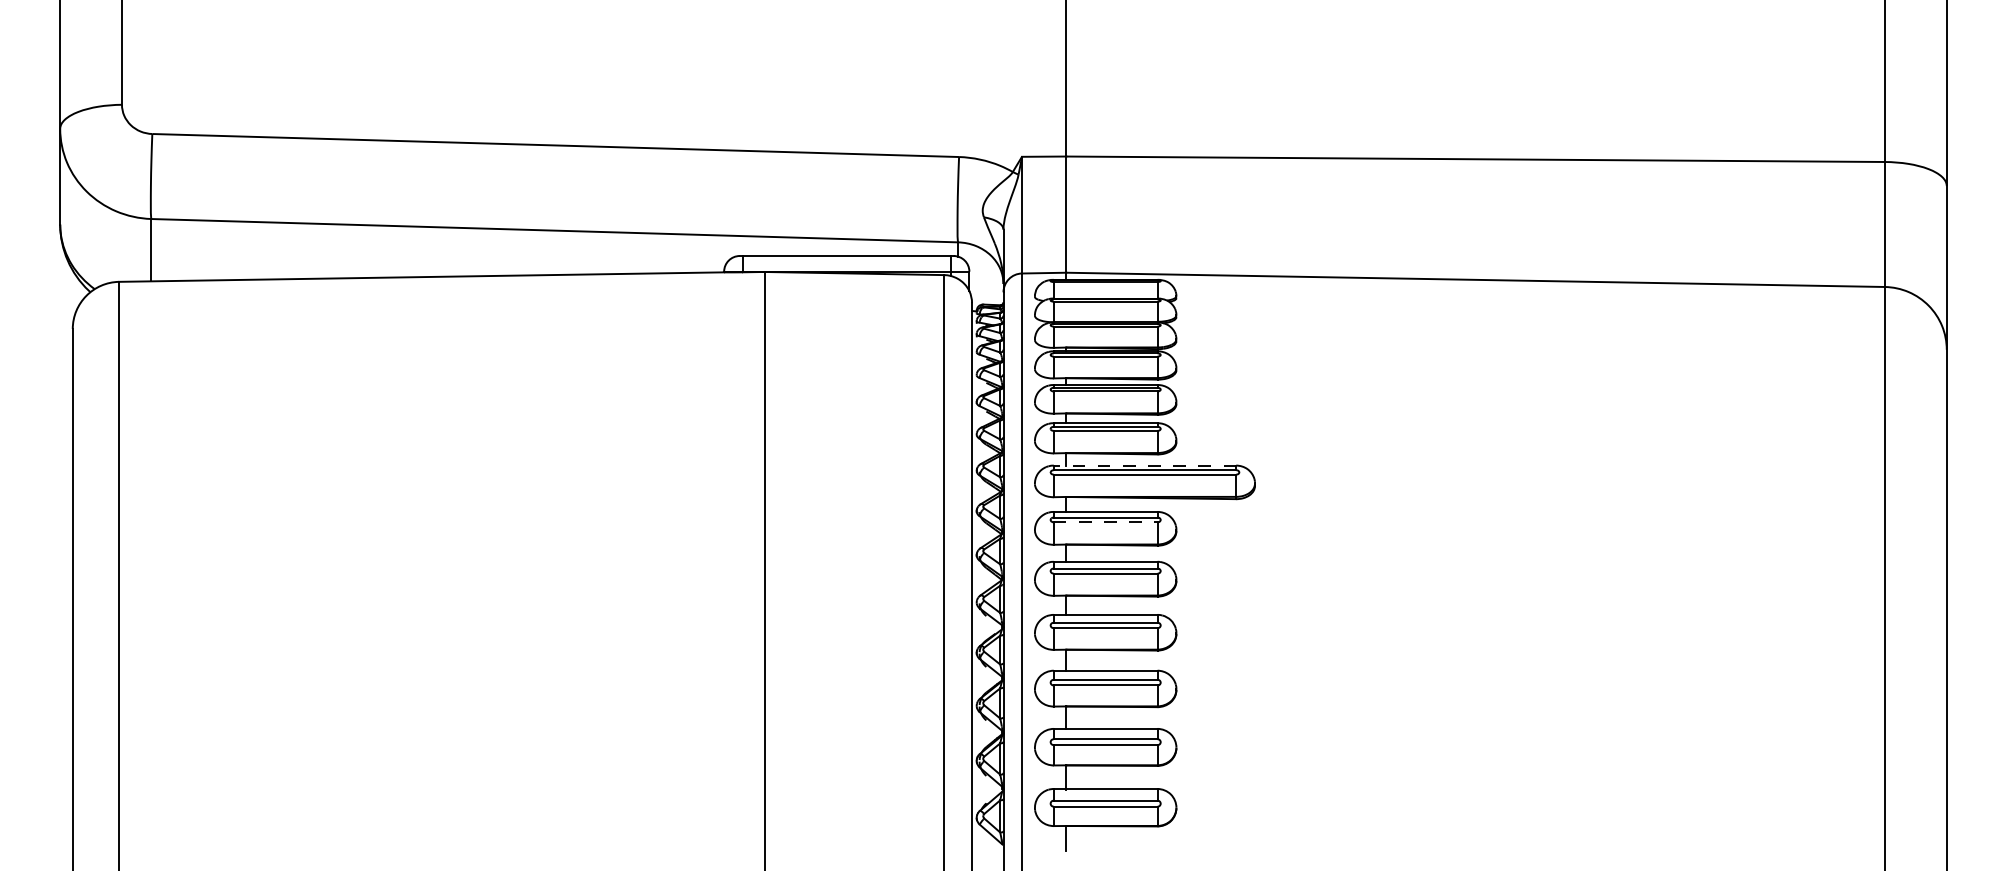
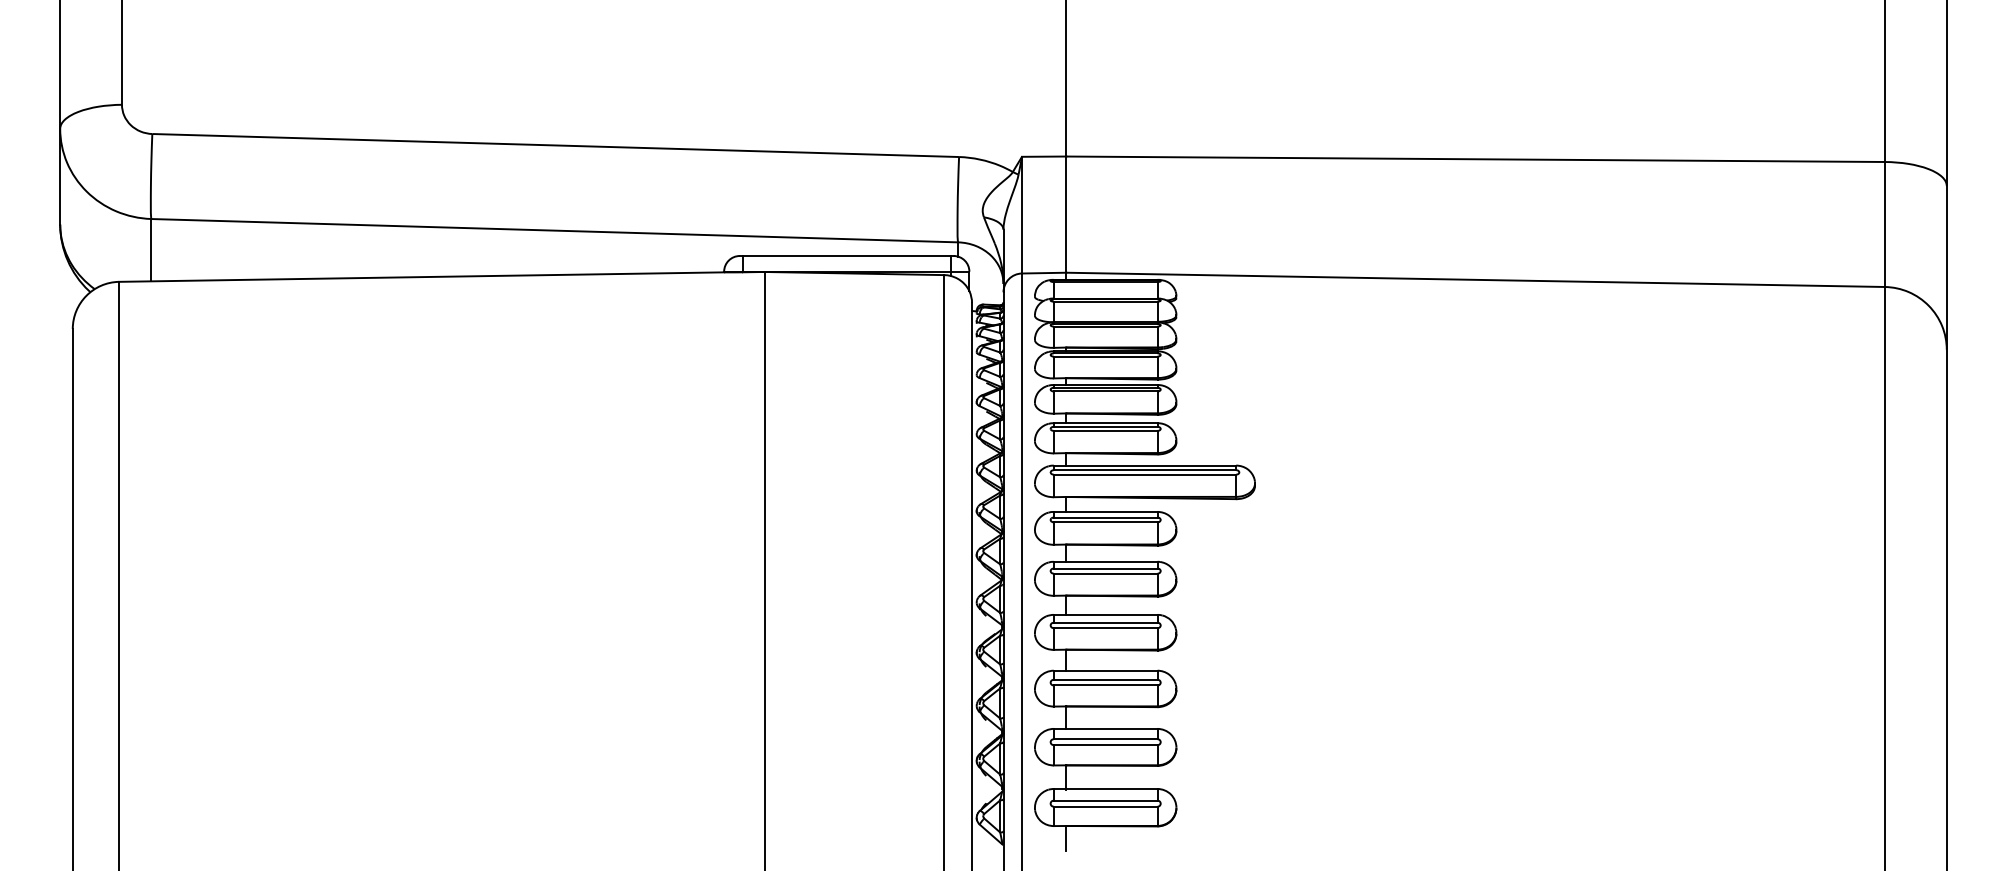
line at (1144, 465): dashed -> solid
line at (1105, 522): dashed -> solid
